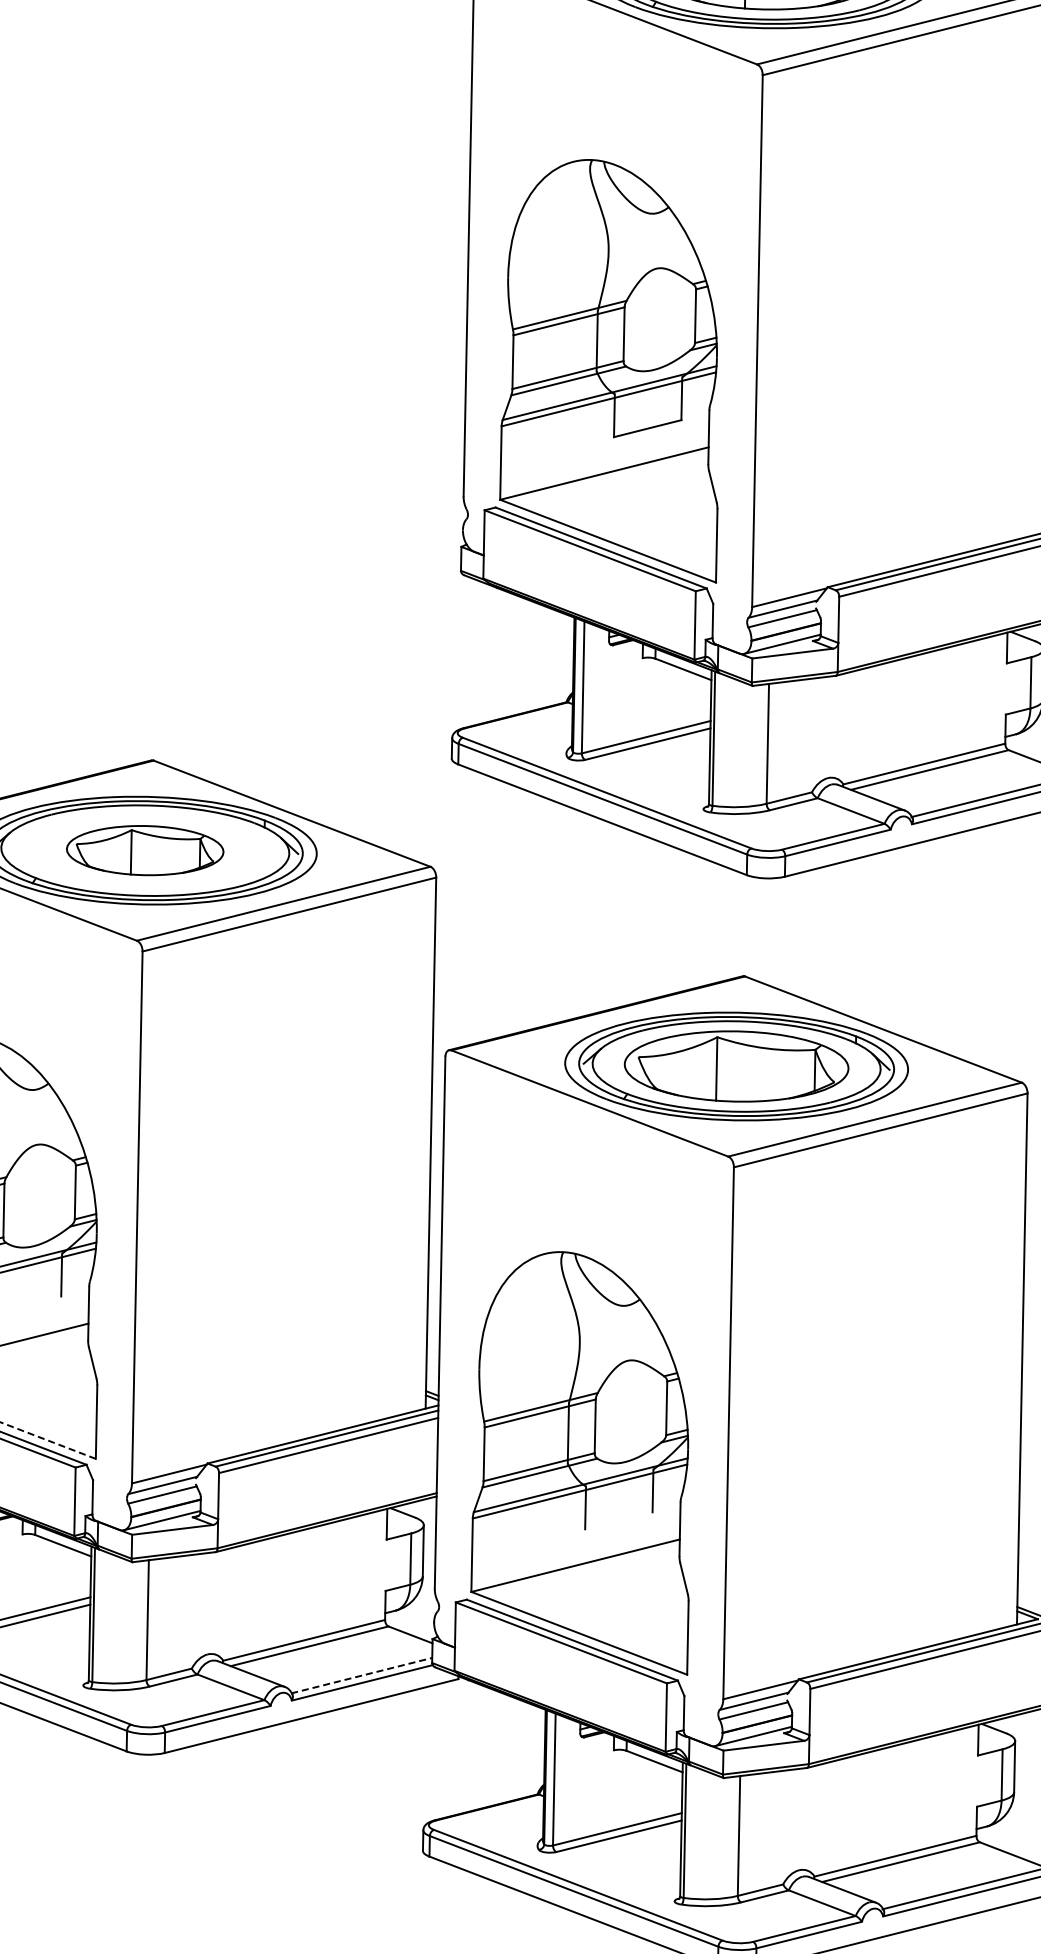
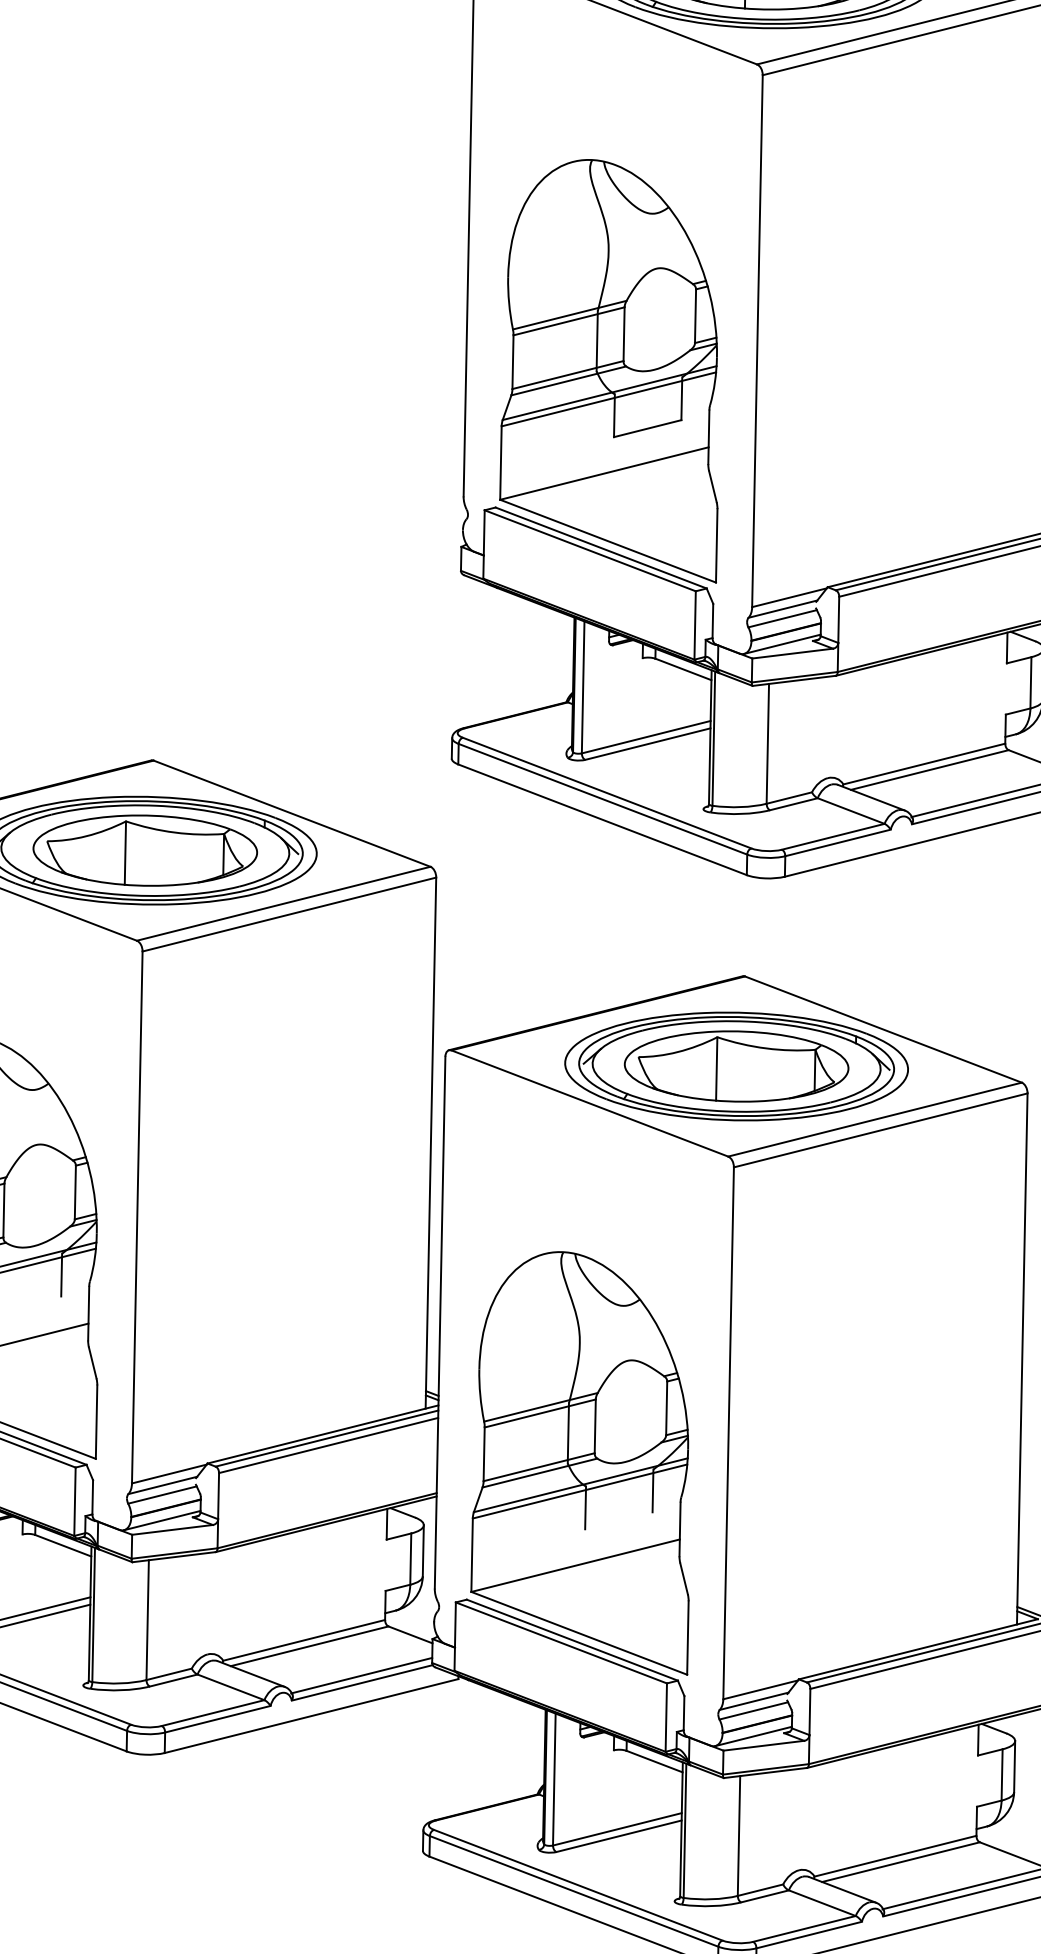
part at (145, 850) size: 159x52 px -> 226x73 px
line at (47, 1440): dashed -> solid
line at (361, 1675): dashed -> solid
